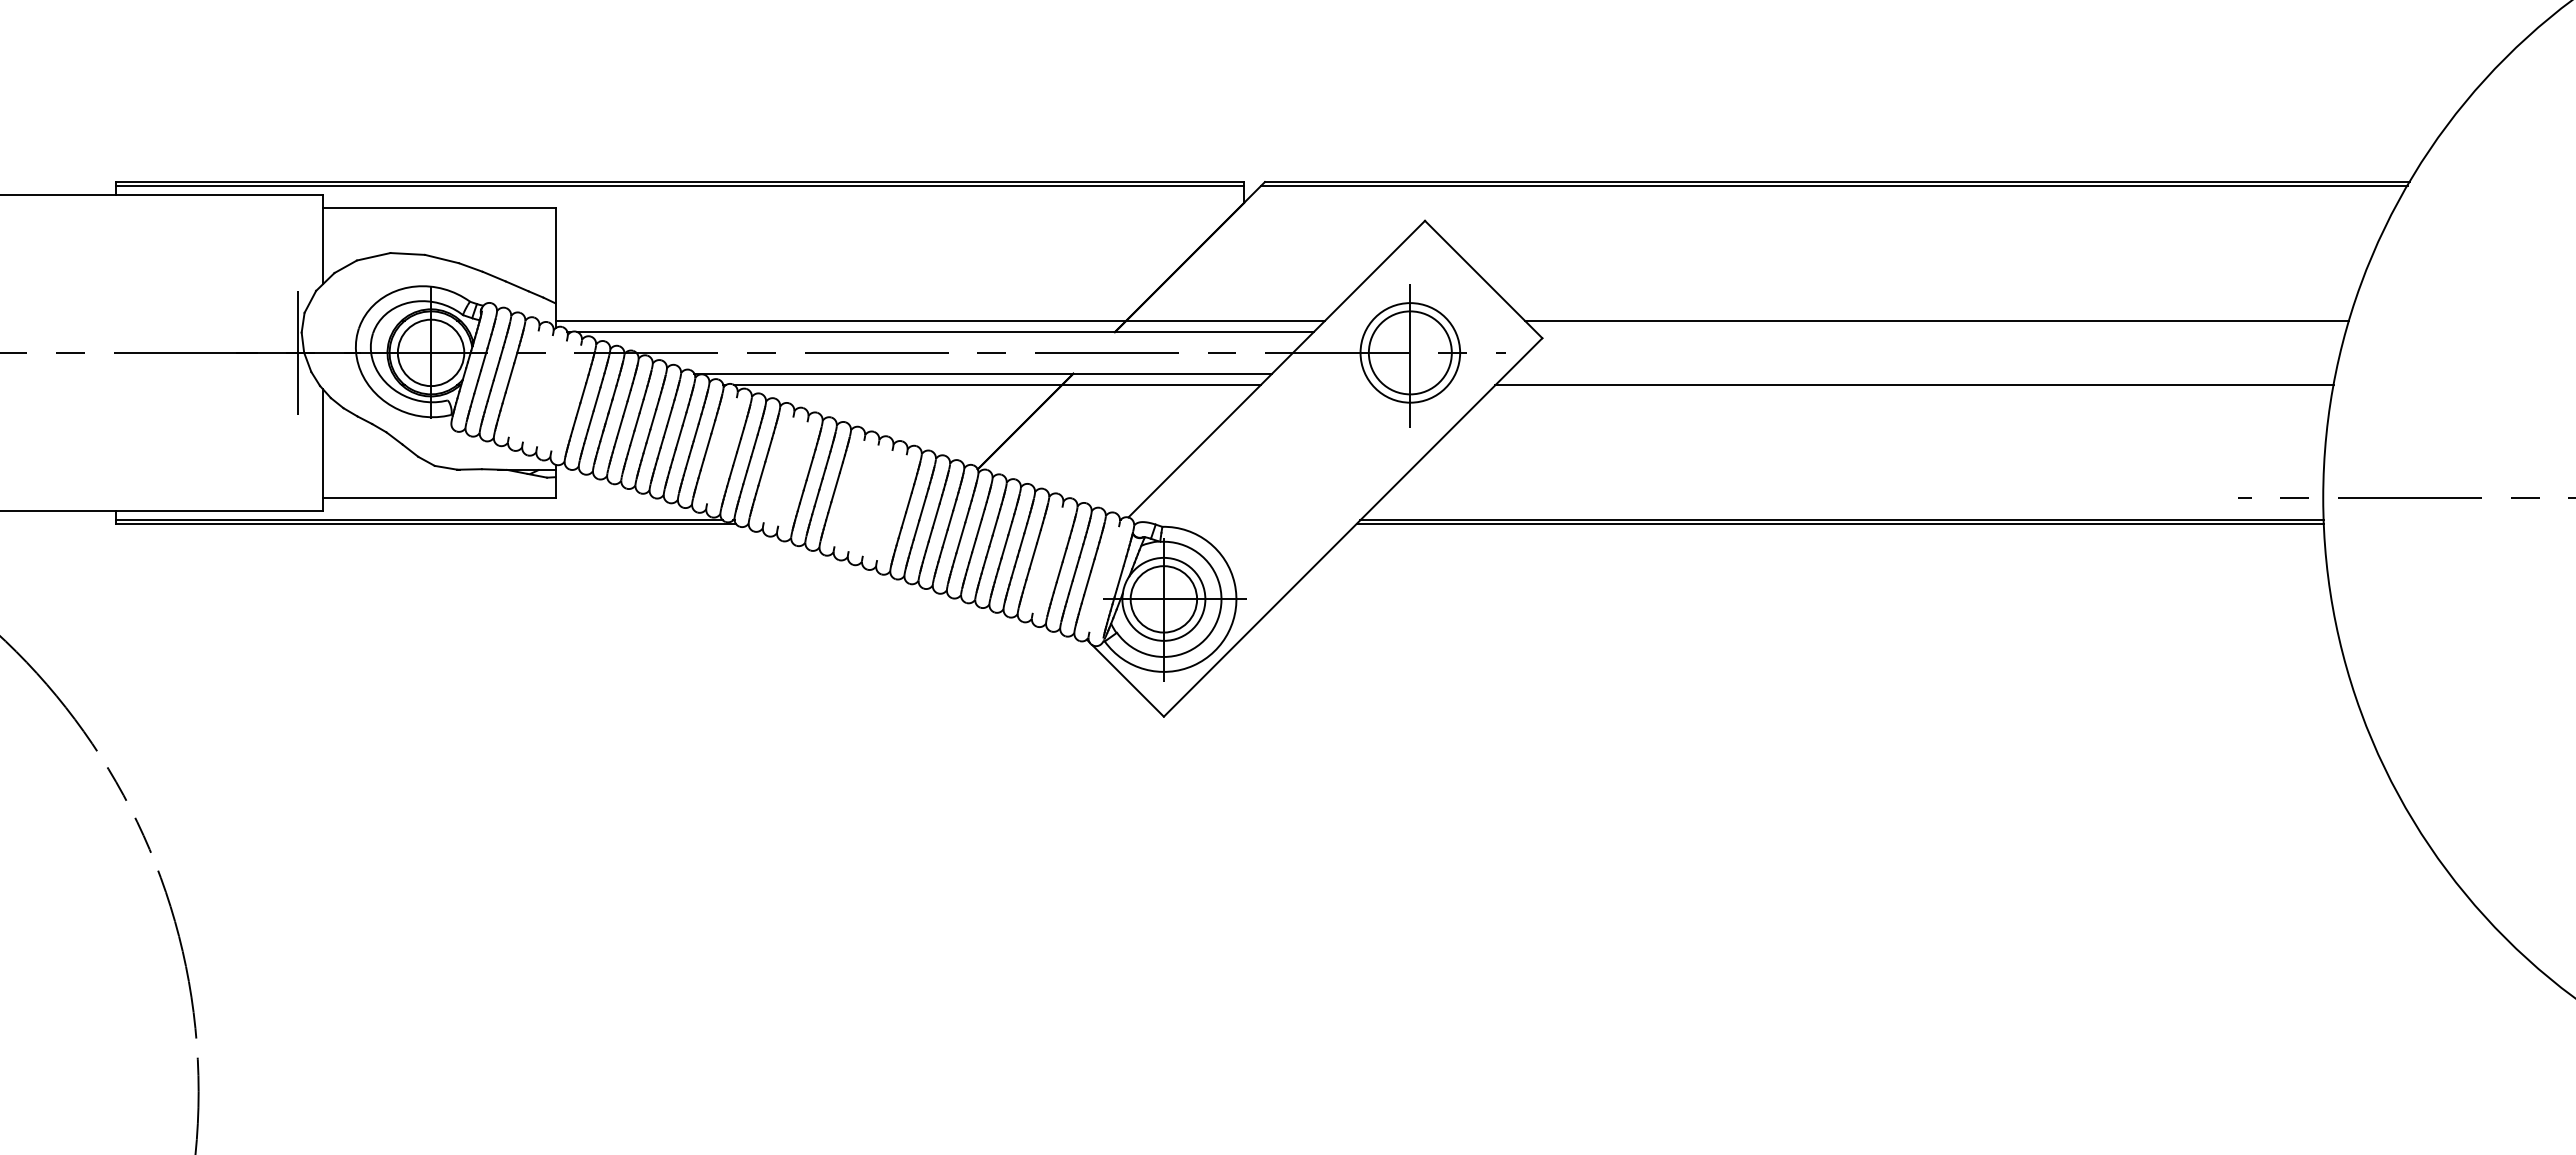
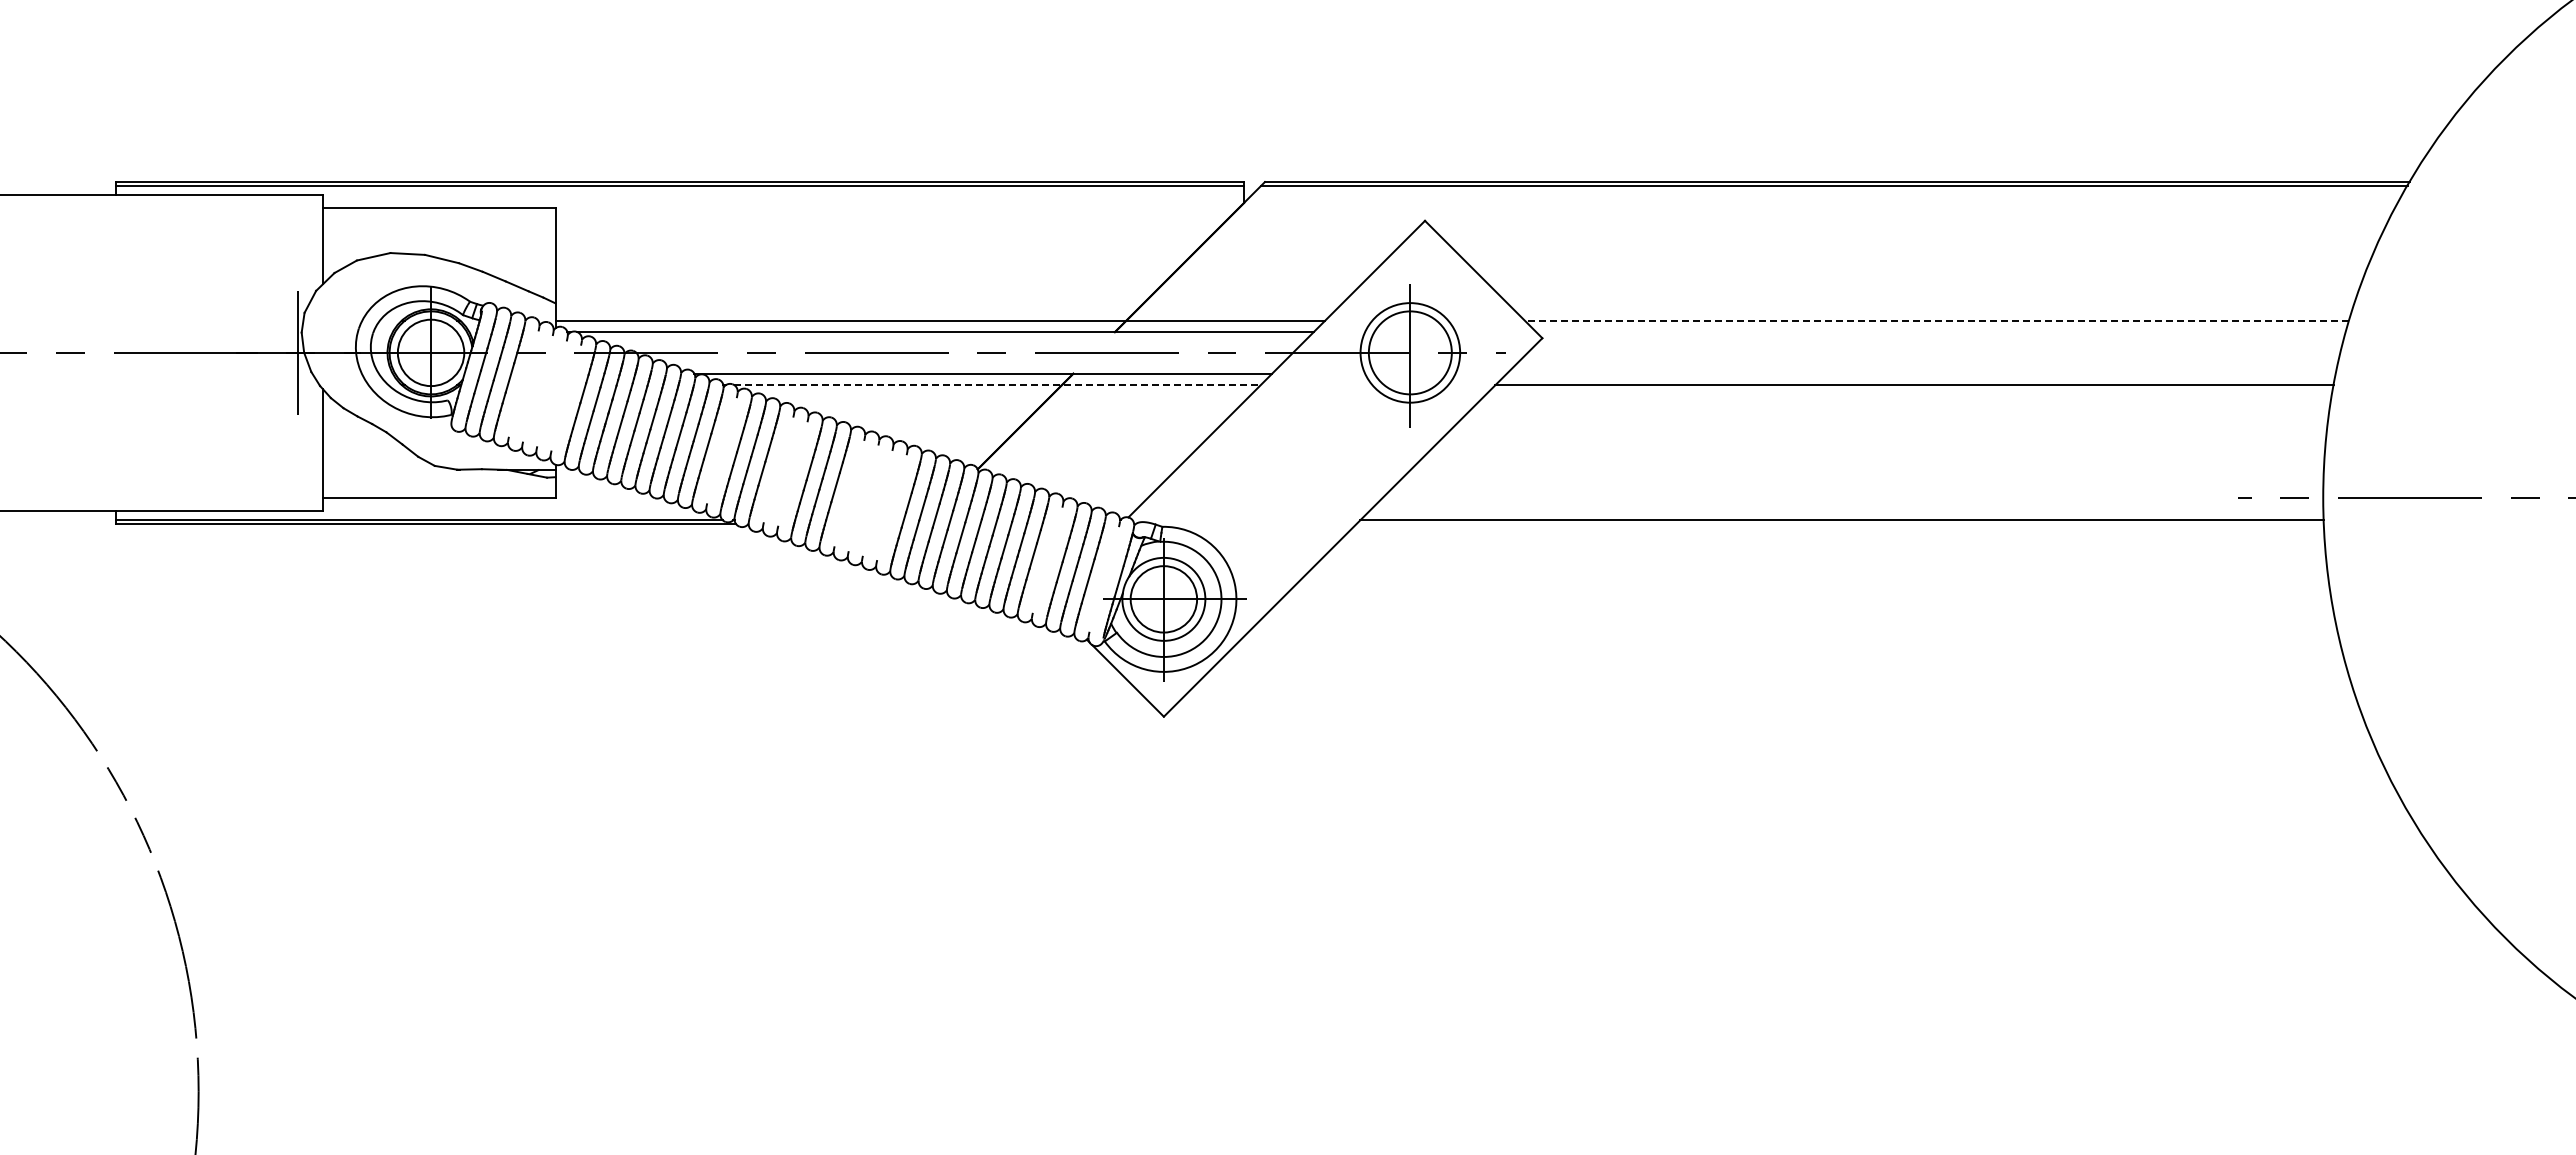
line at (1936, 320): solid -> dashed
line at (998, 385): solid -> dashed
line at (1839, 523): present -> none
